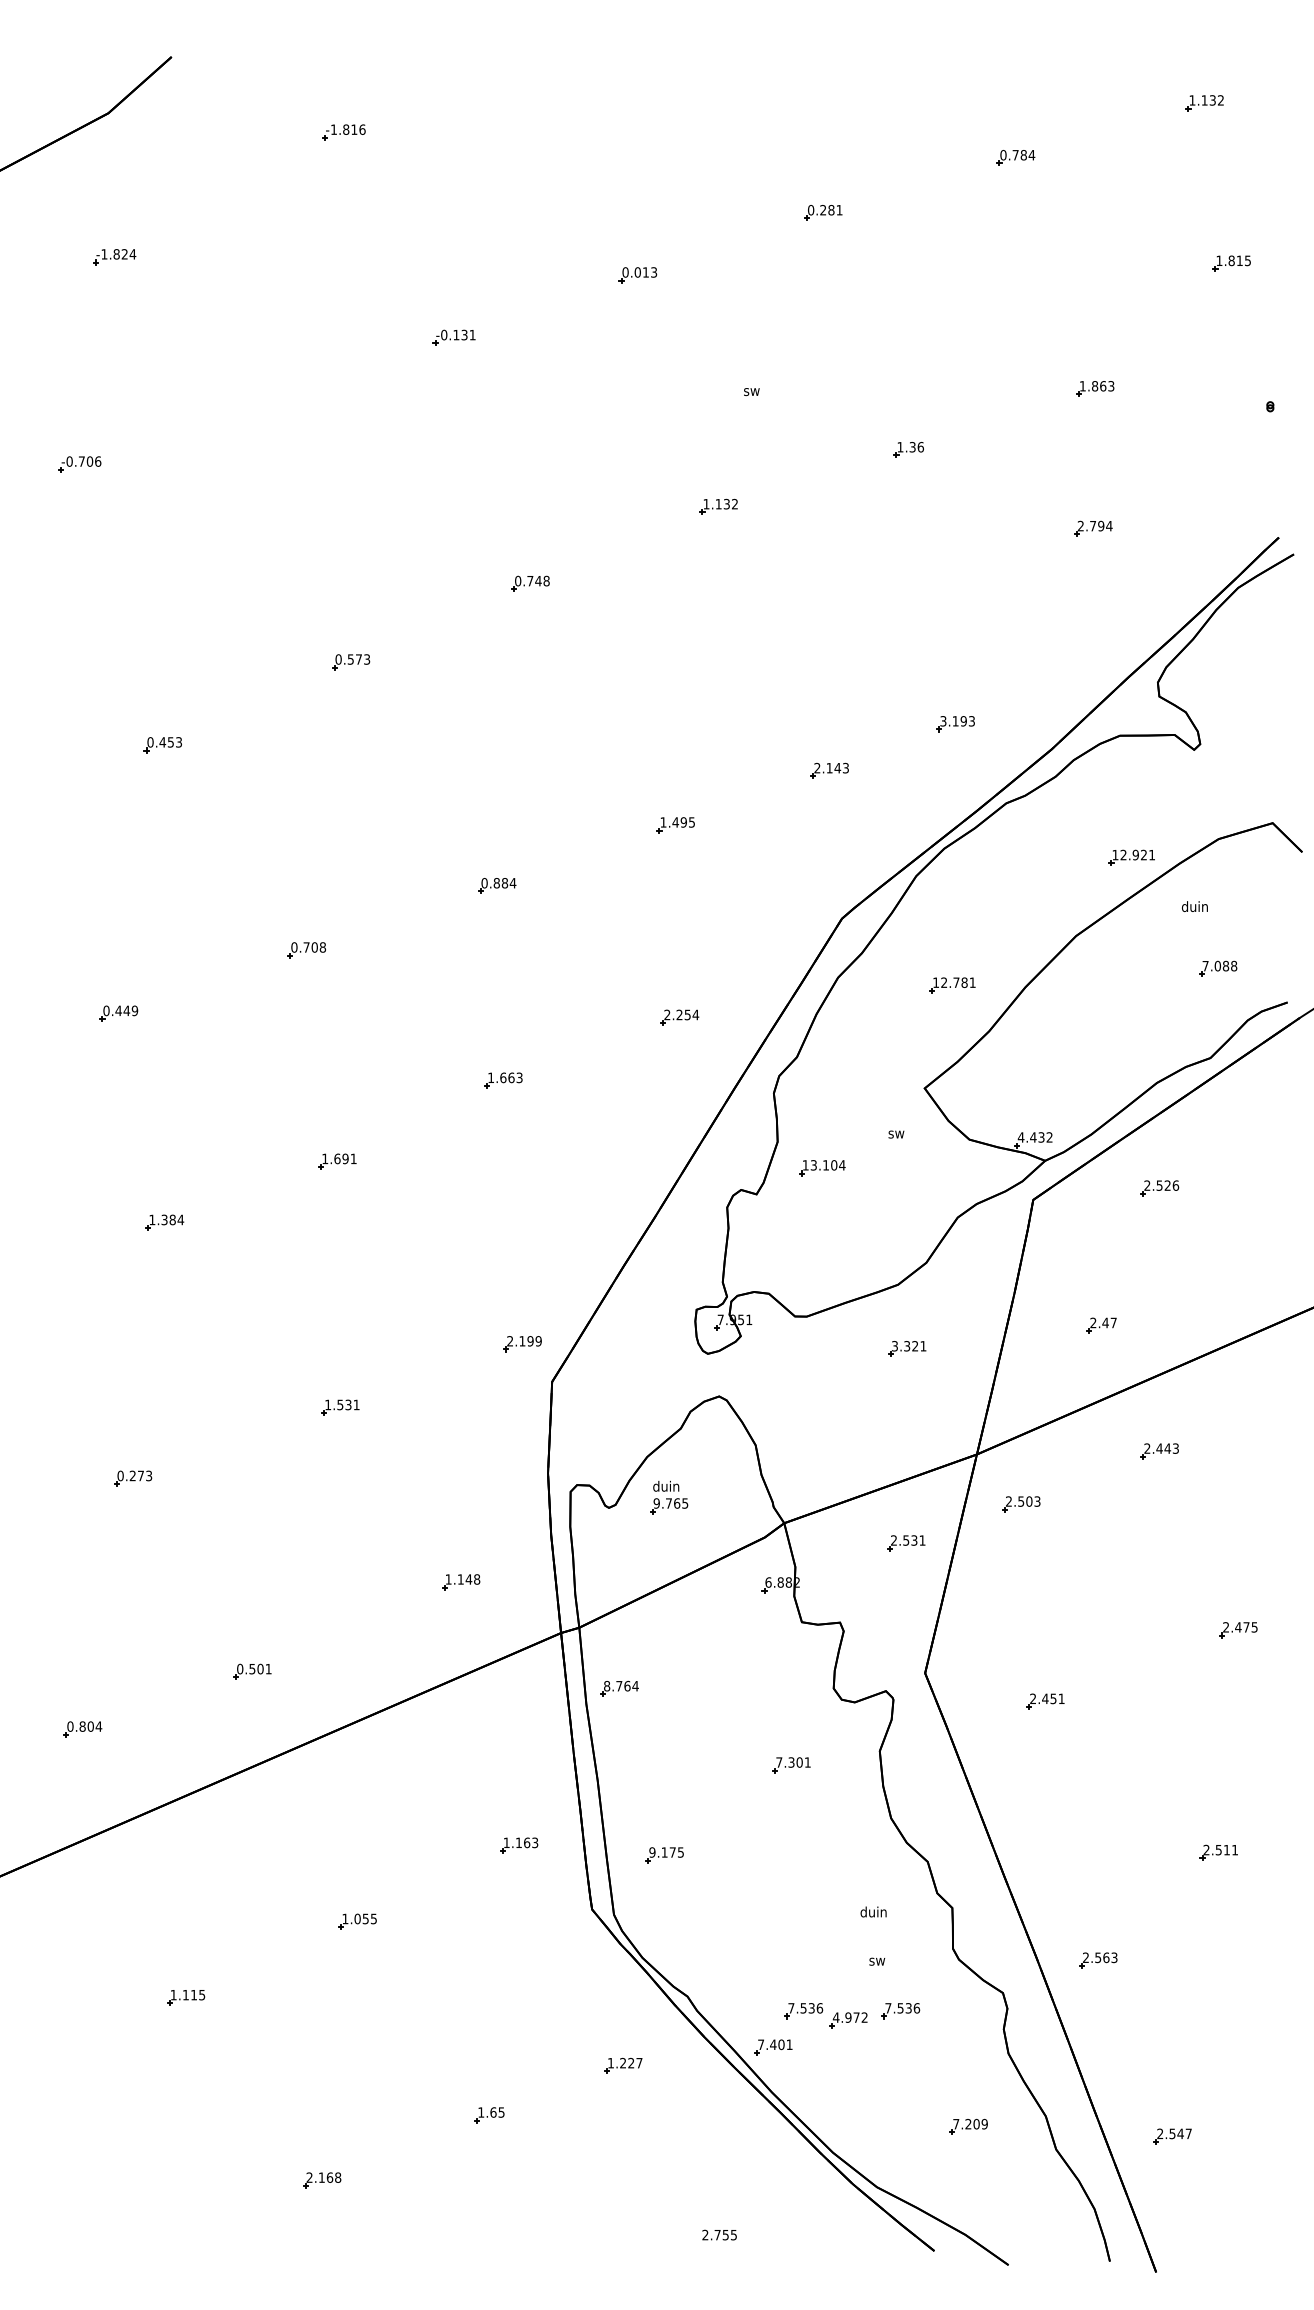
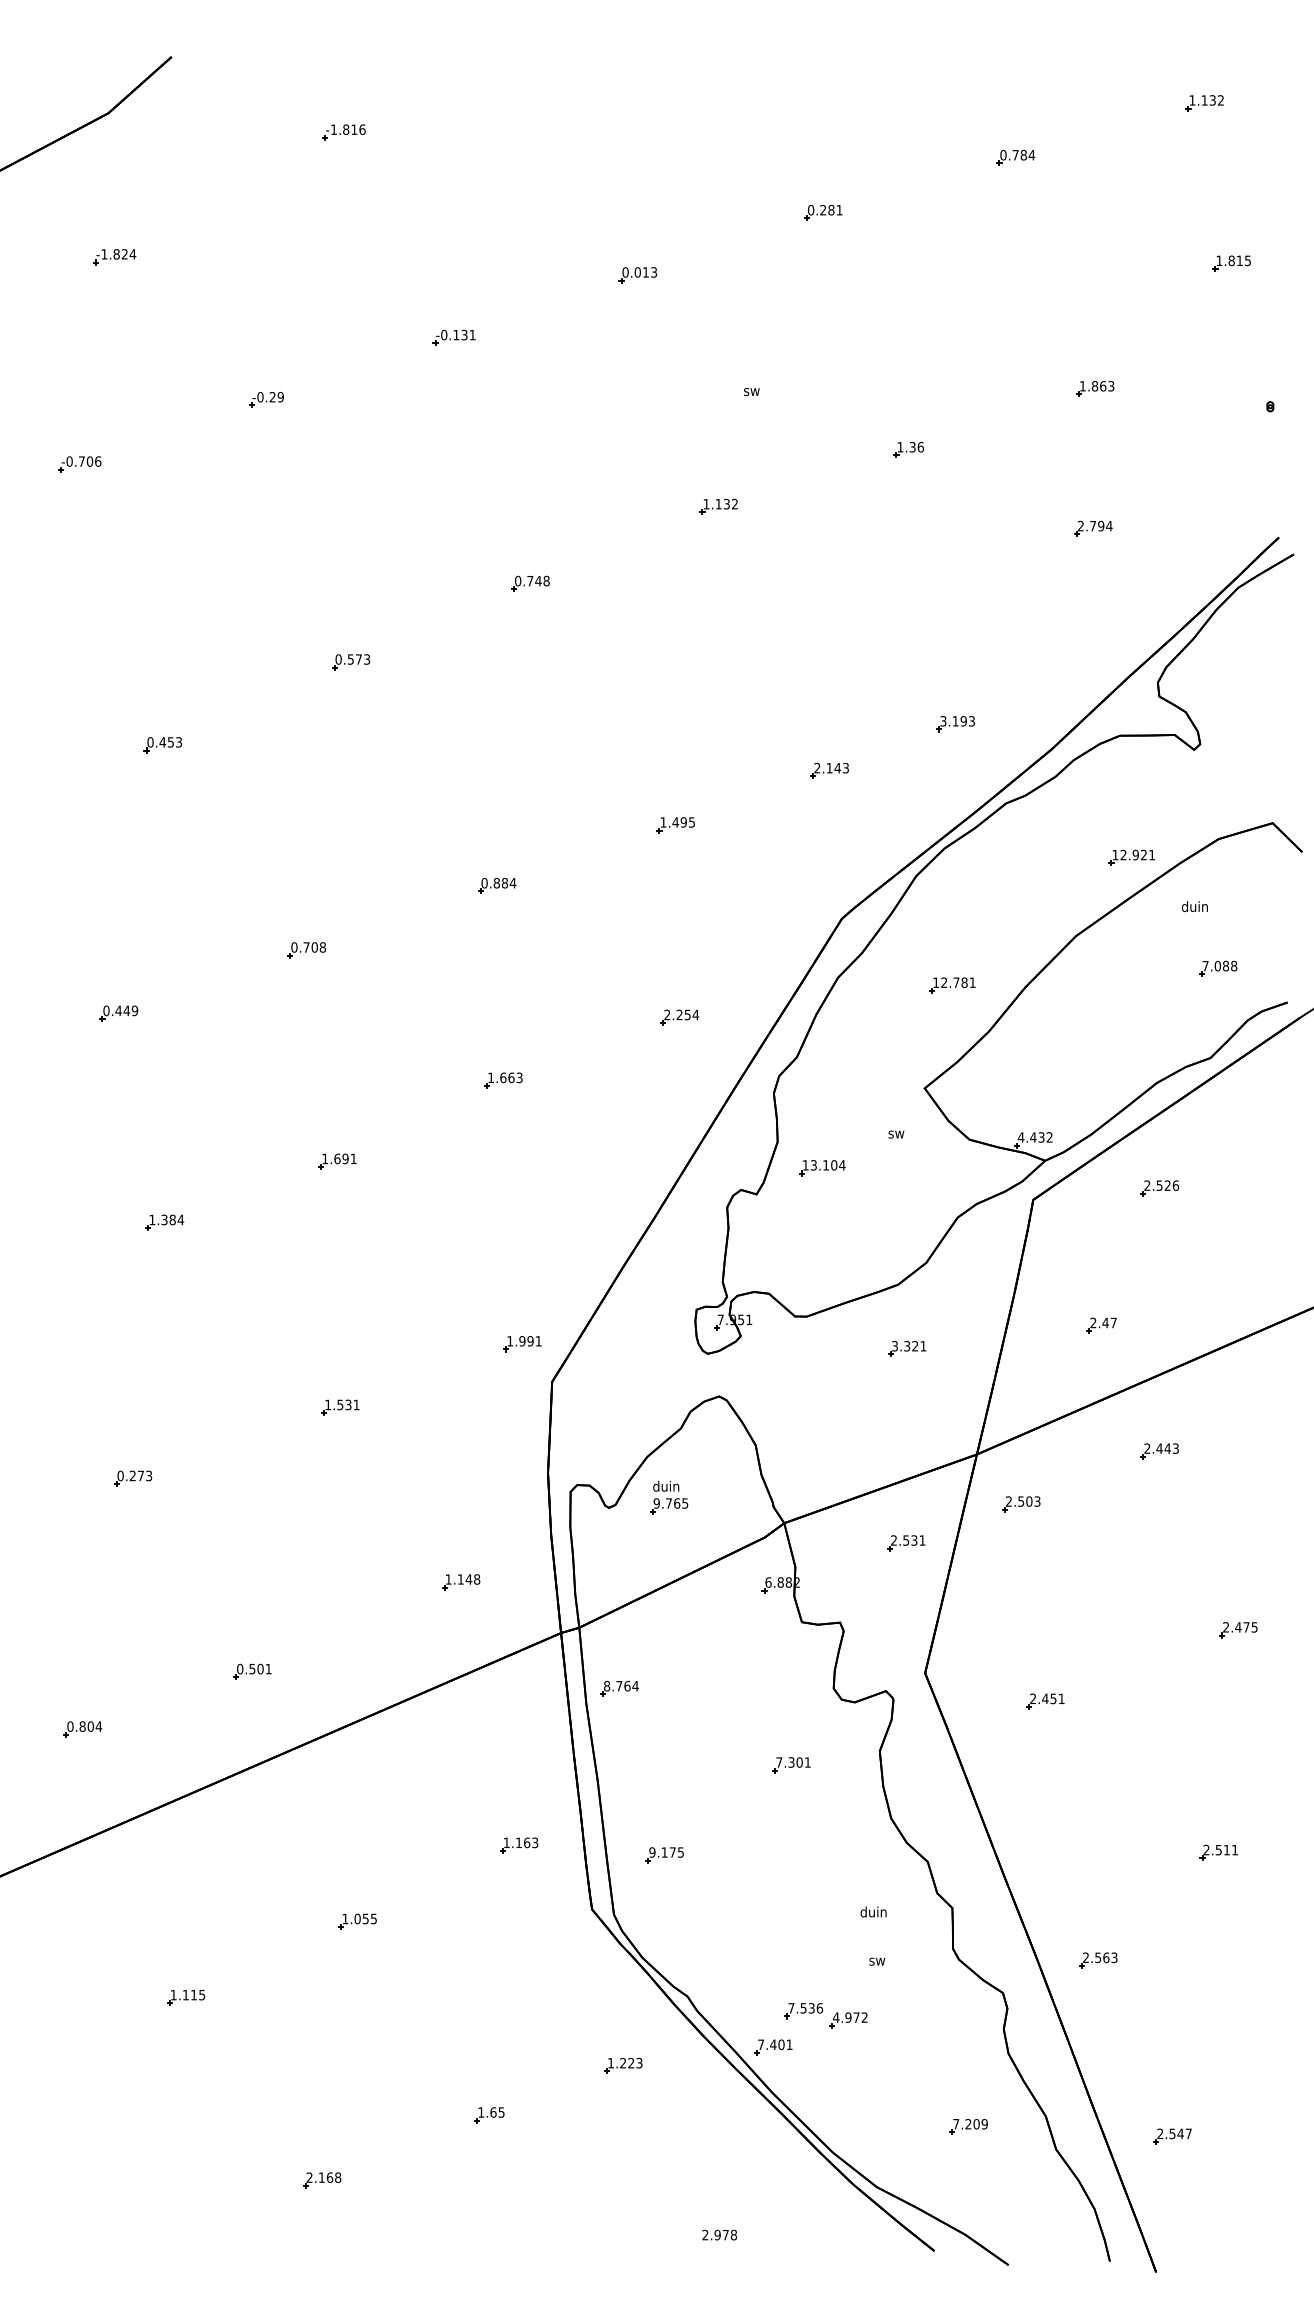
part at (266, 399): none -> present
text at (524, 1341): 2.199 -> 1.991
part at (900, 2011): present -> none
text at (639, 2062): 1.227 -> 1.223
text at (725, 2234): 2.755 -> 2.978
